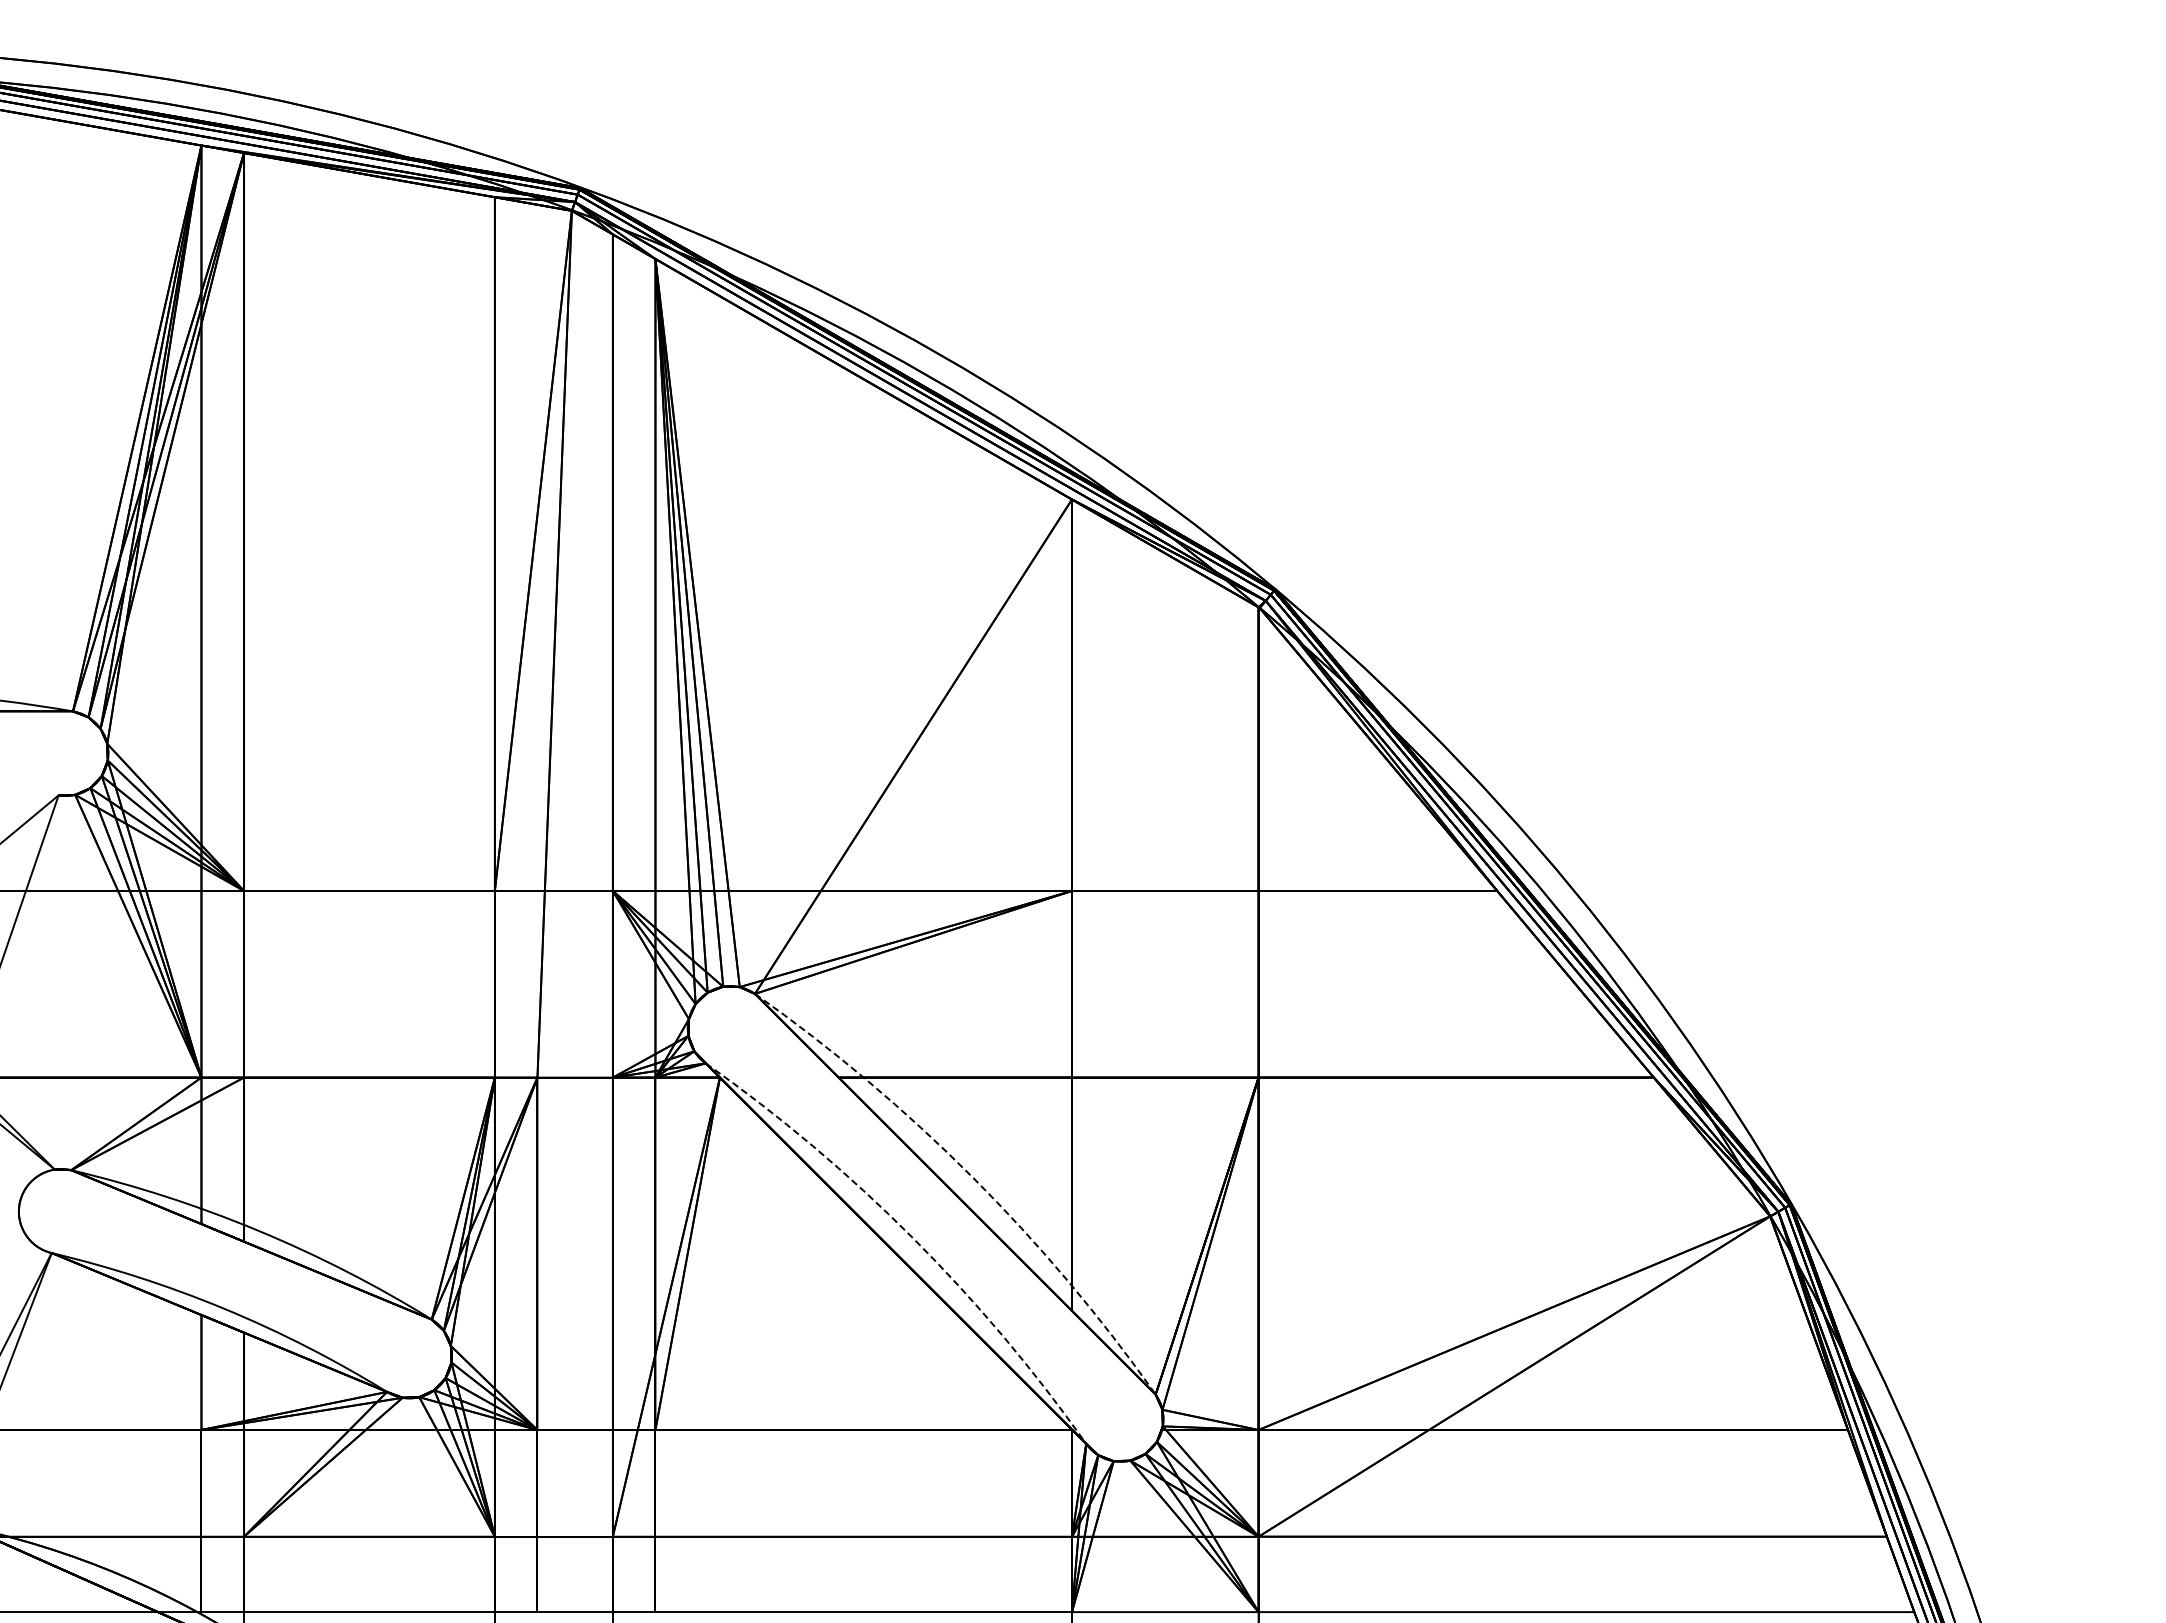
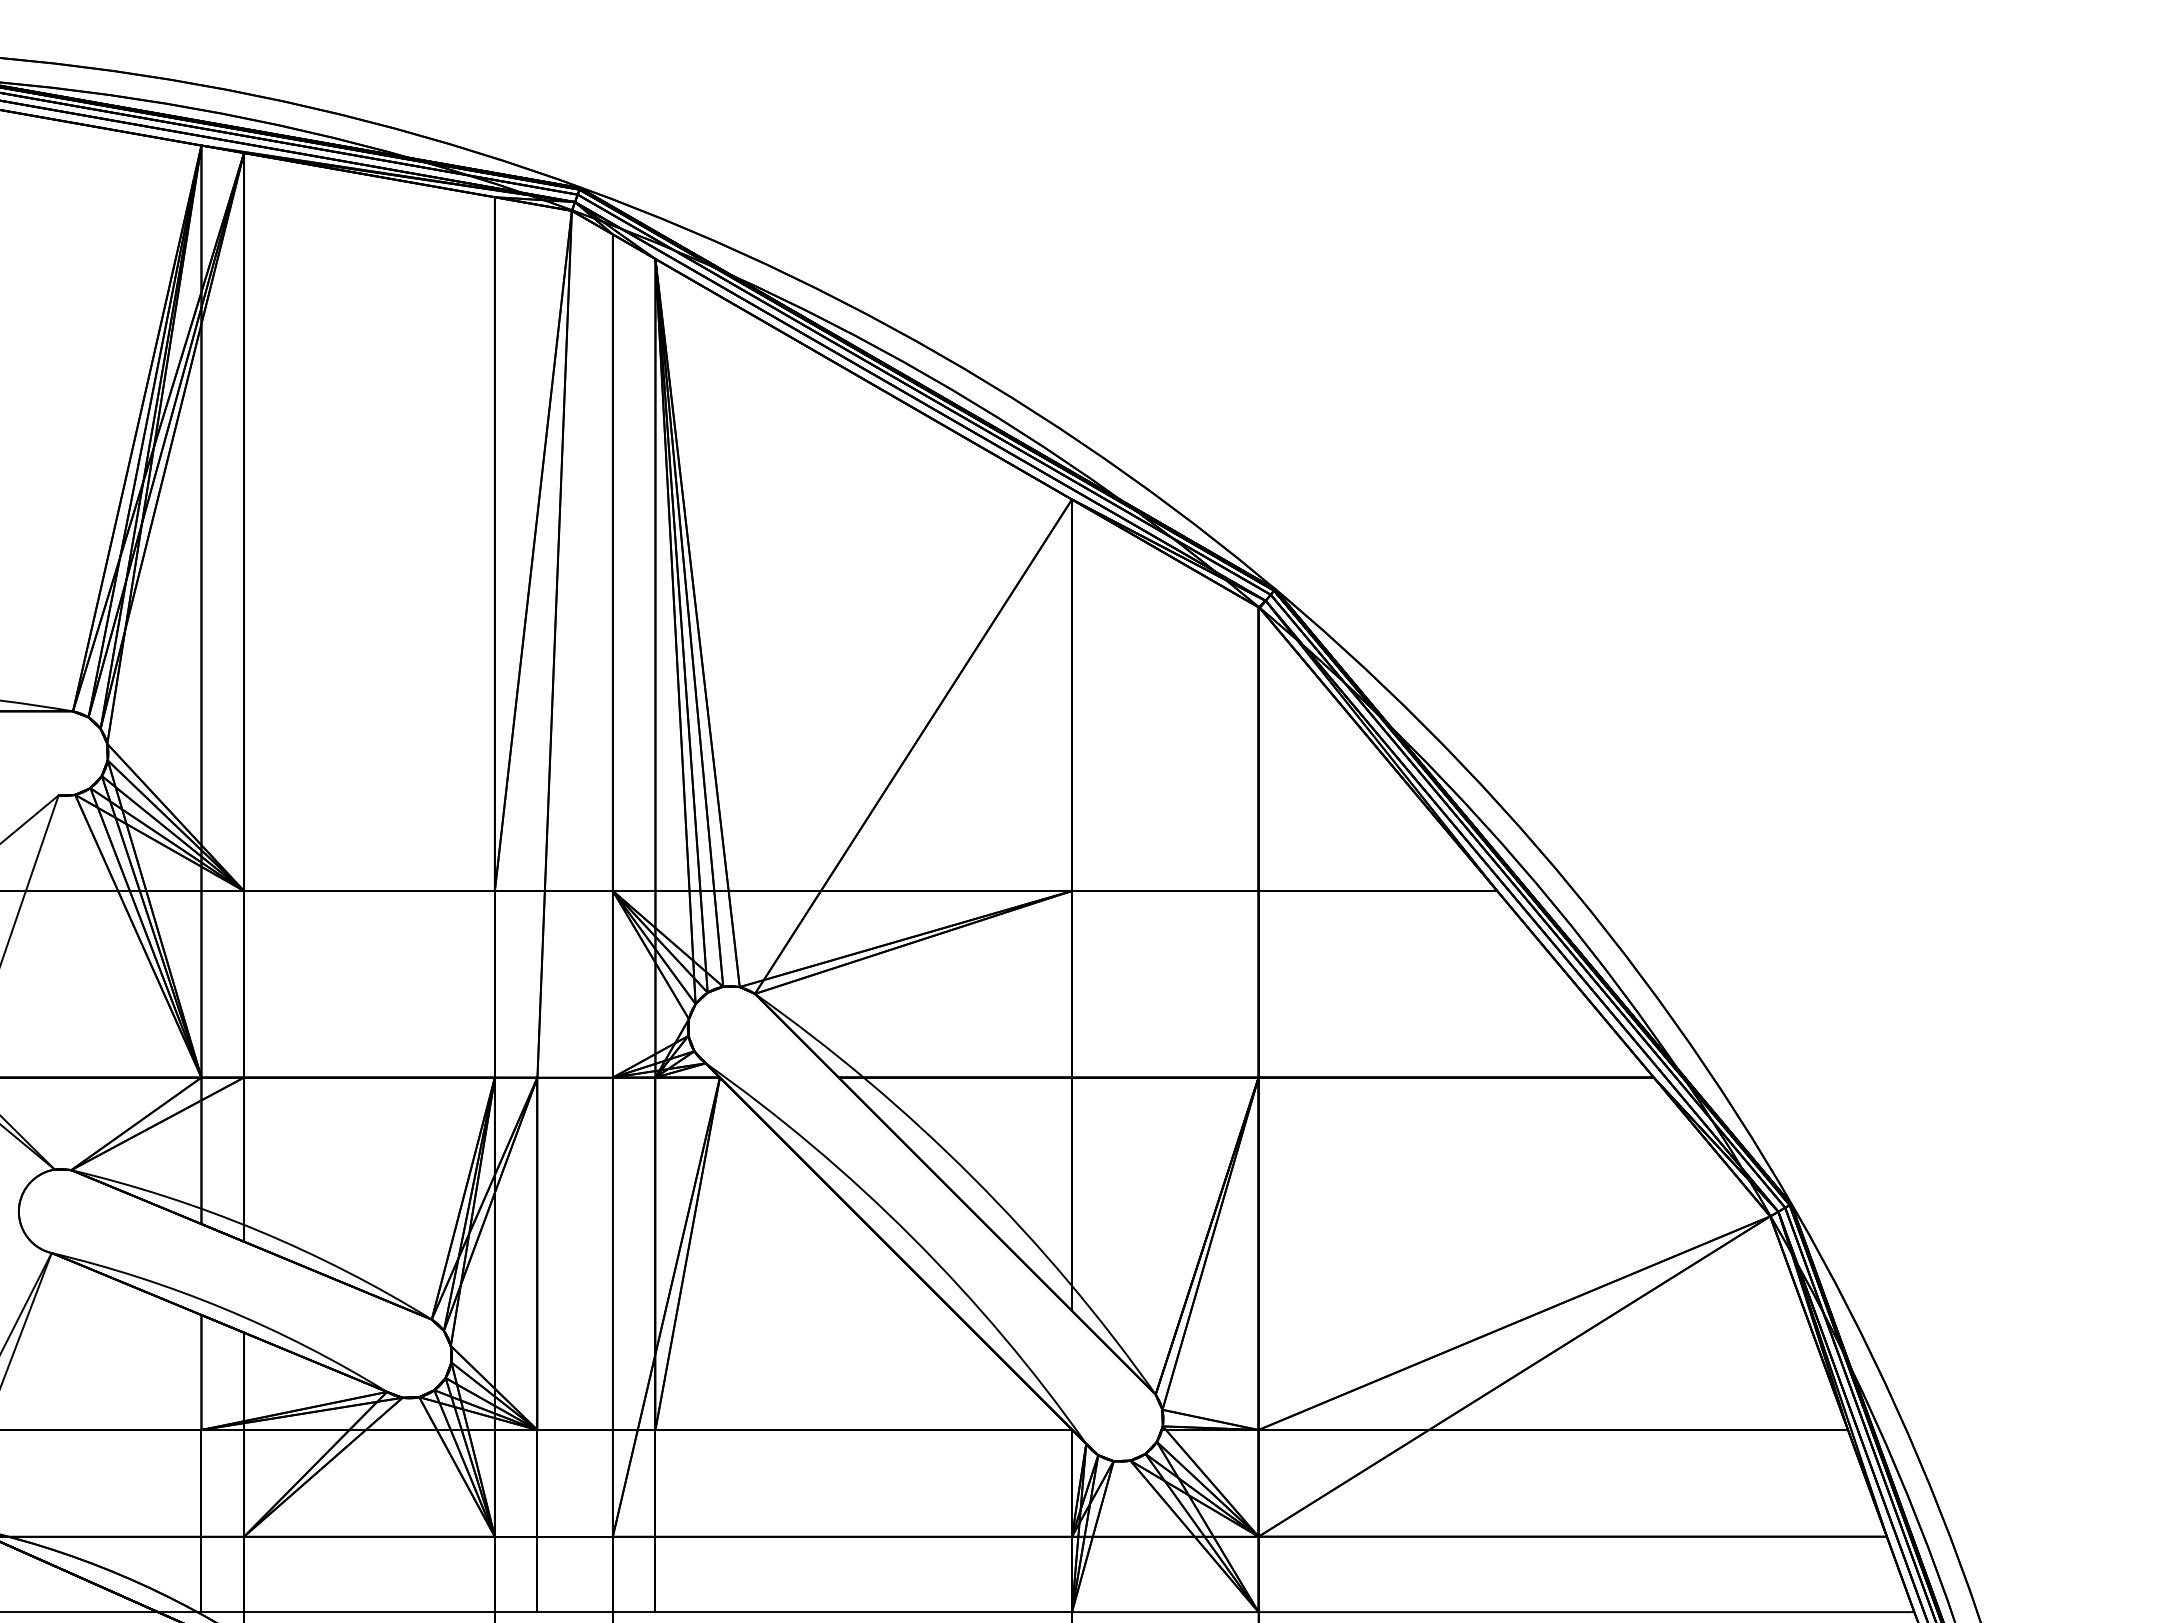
arc at (972, 1177): dashed -> solid
arc at (912, 1237): dashed -> solid
